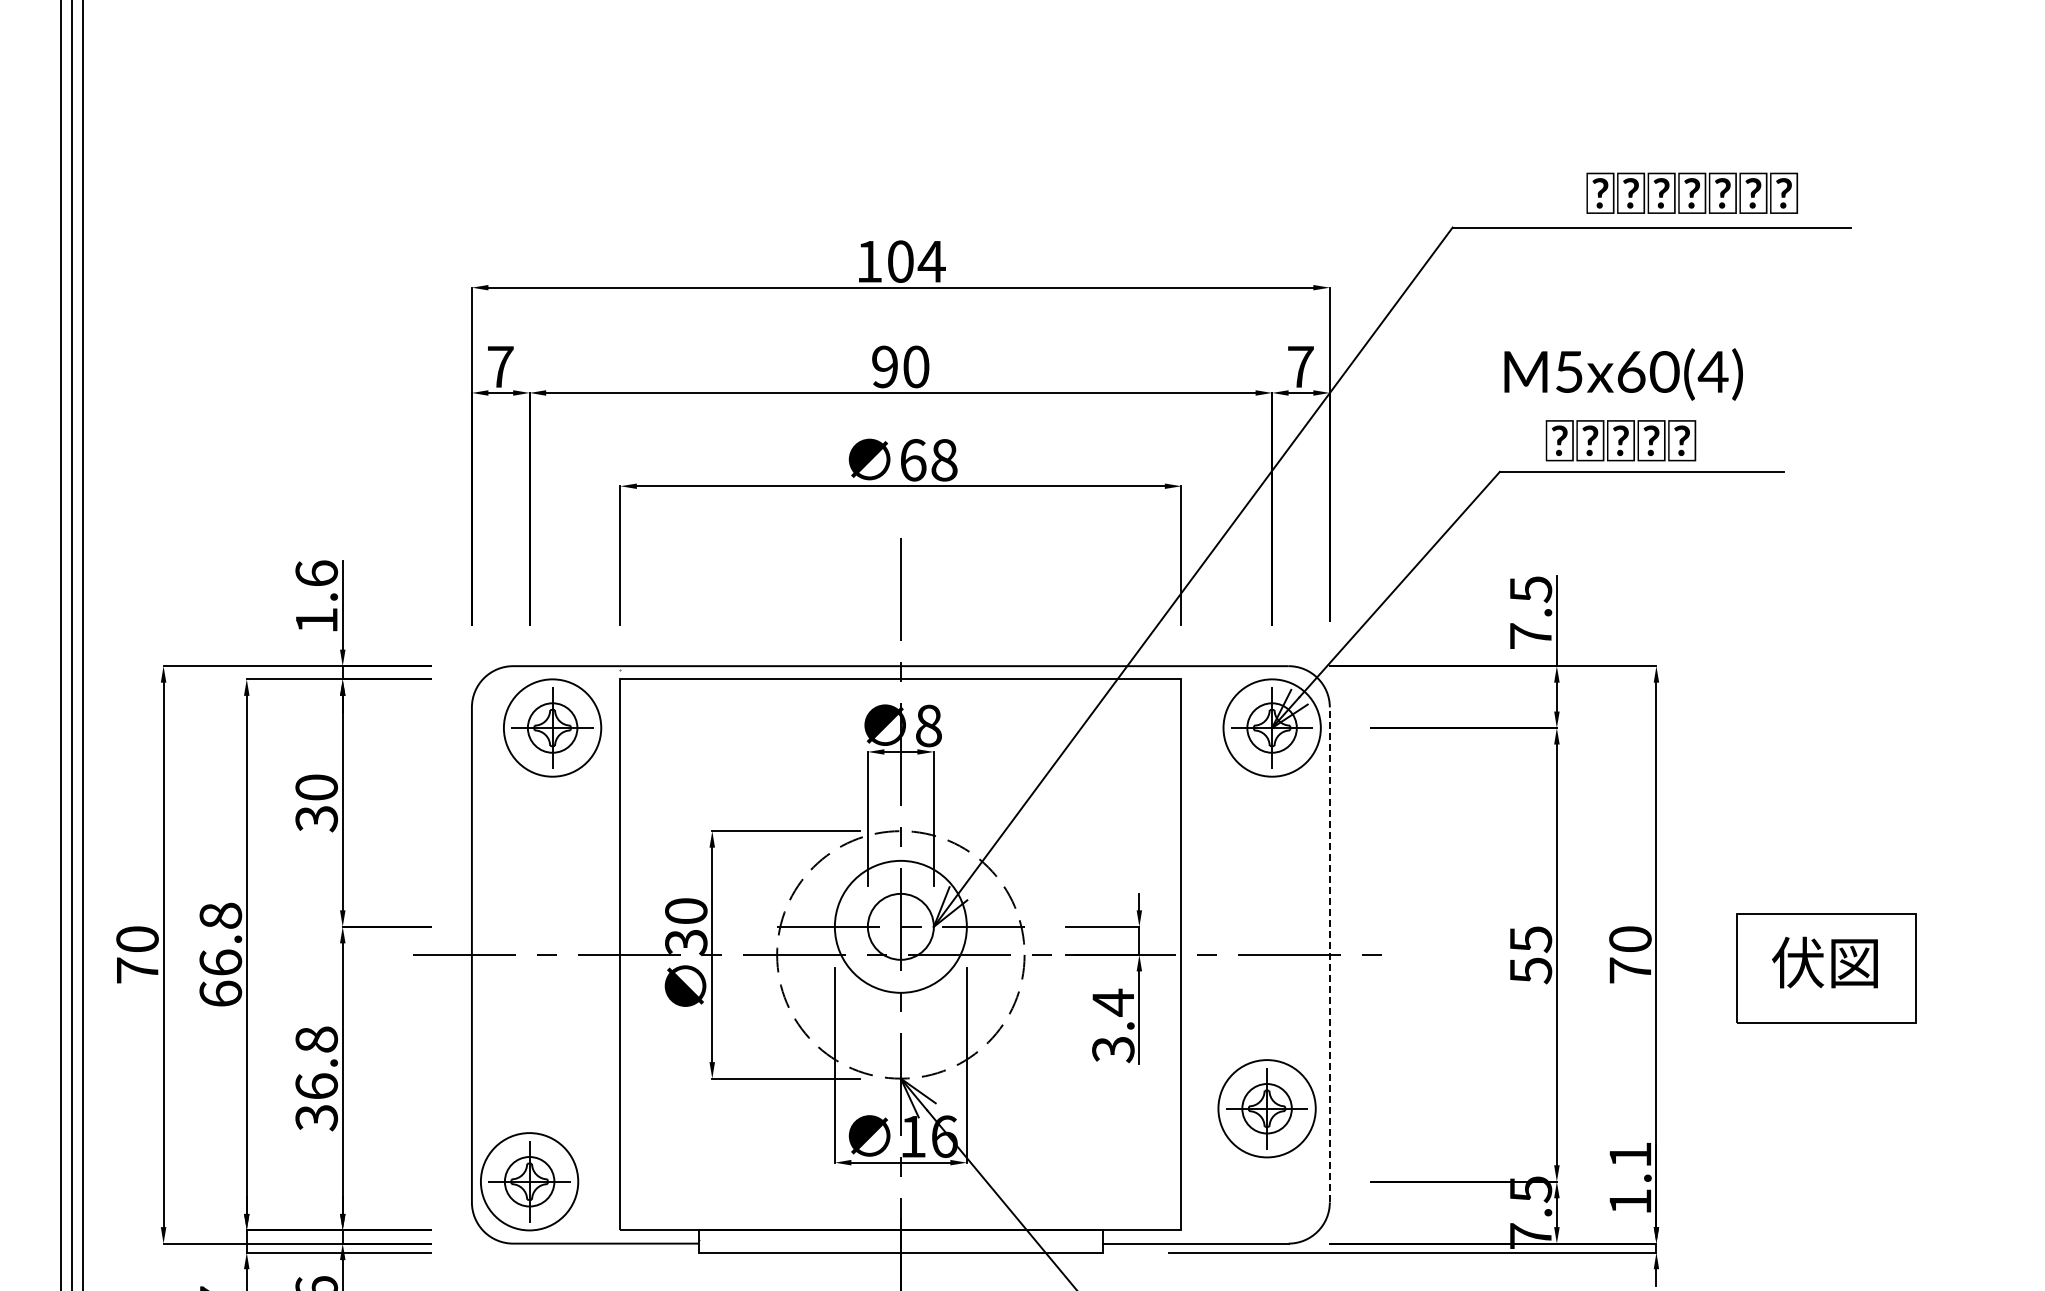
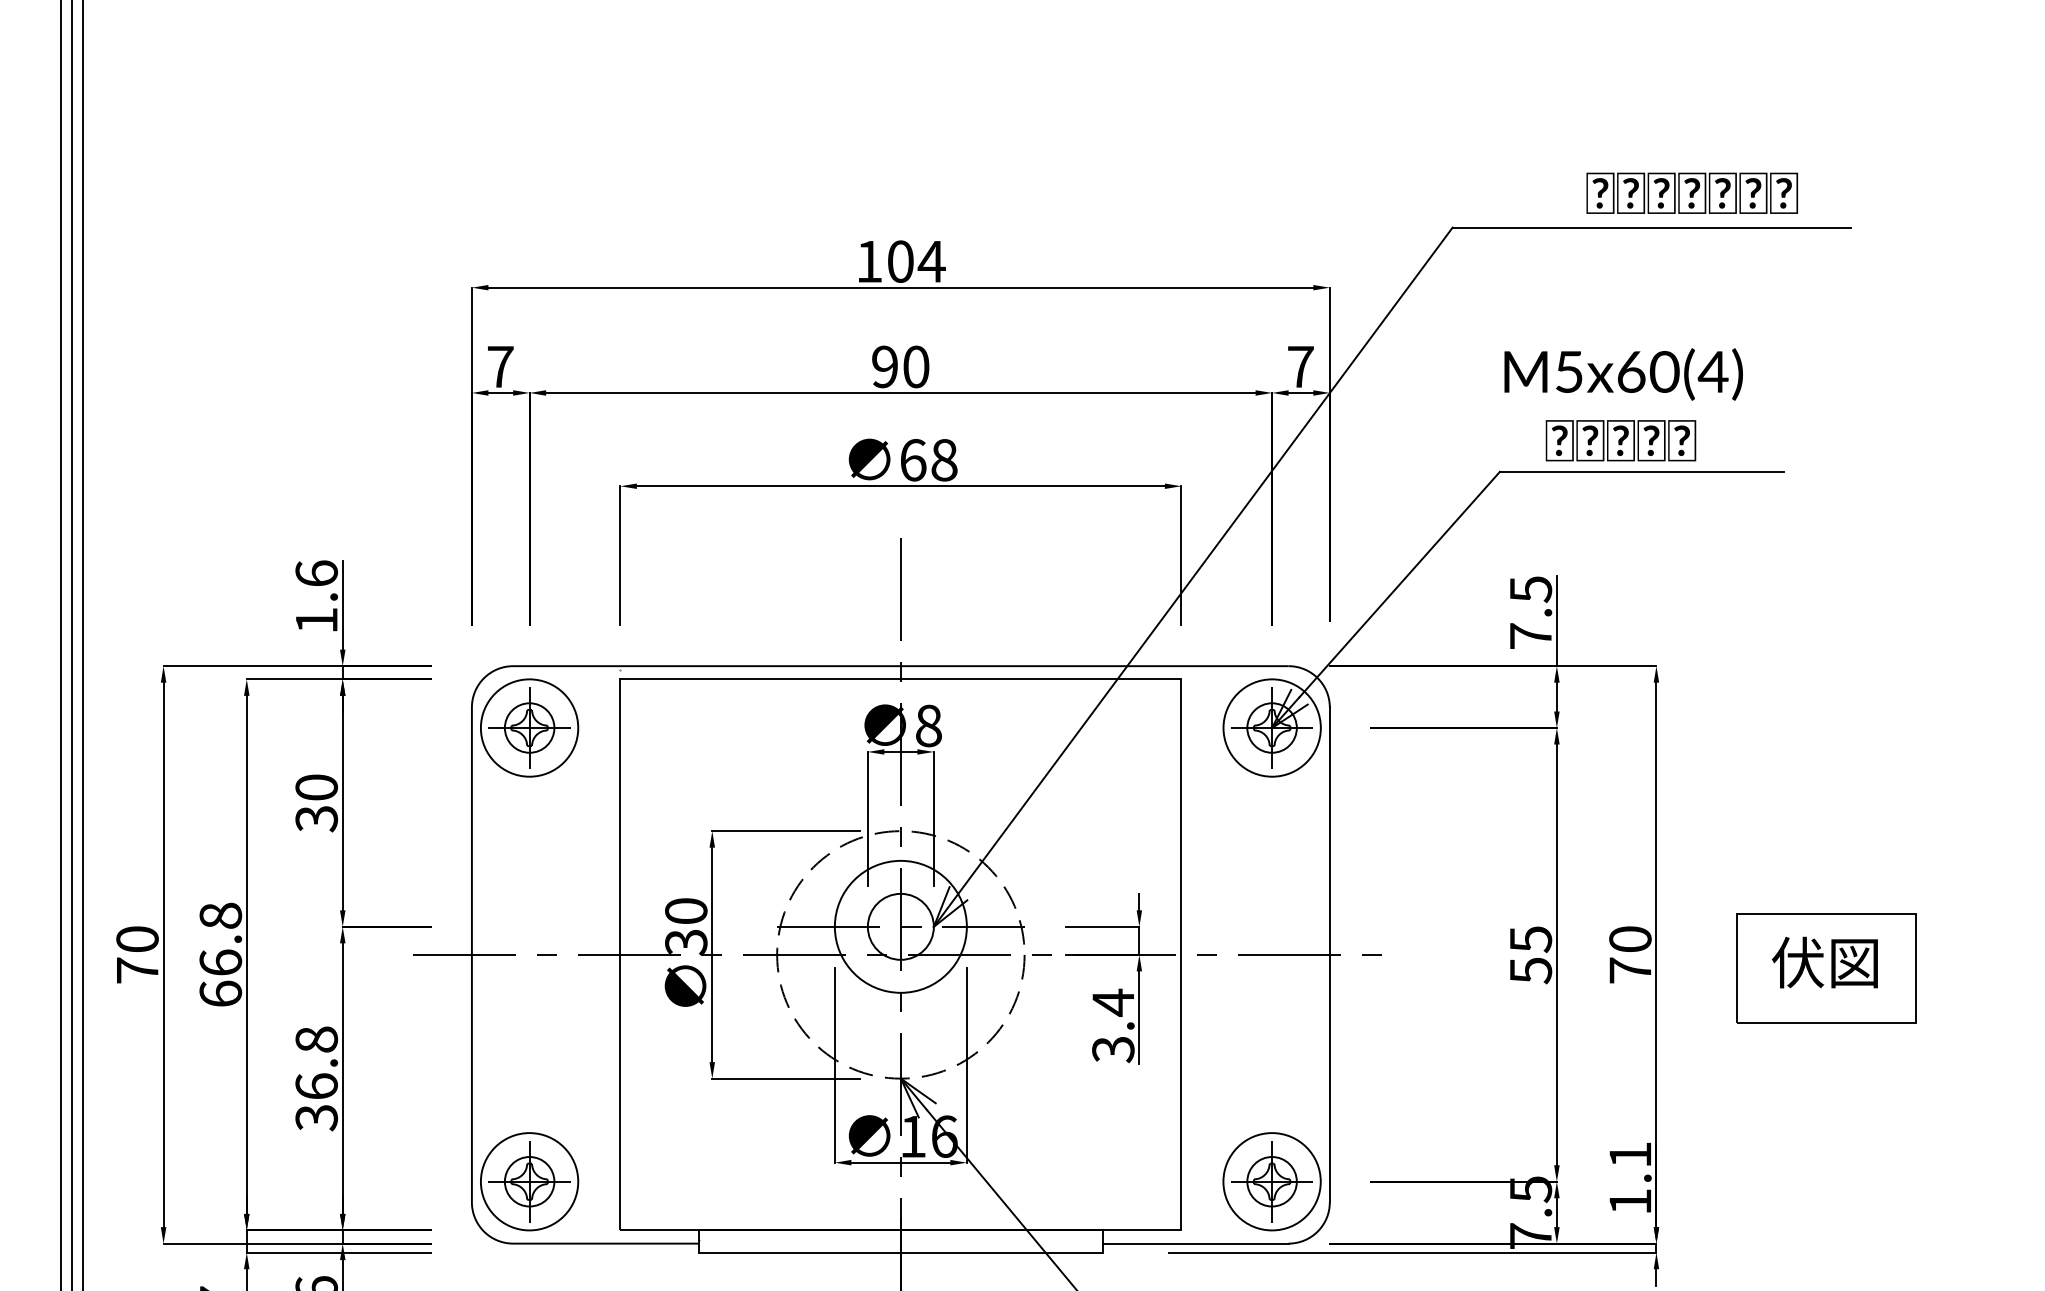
part at (552, 727) position: (552, 727) -> (529, 727)
line at (1329, 954): dashed -> solid
part at (1266, 1108) position: (1266, 1108) -> (1271, 1181)
